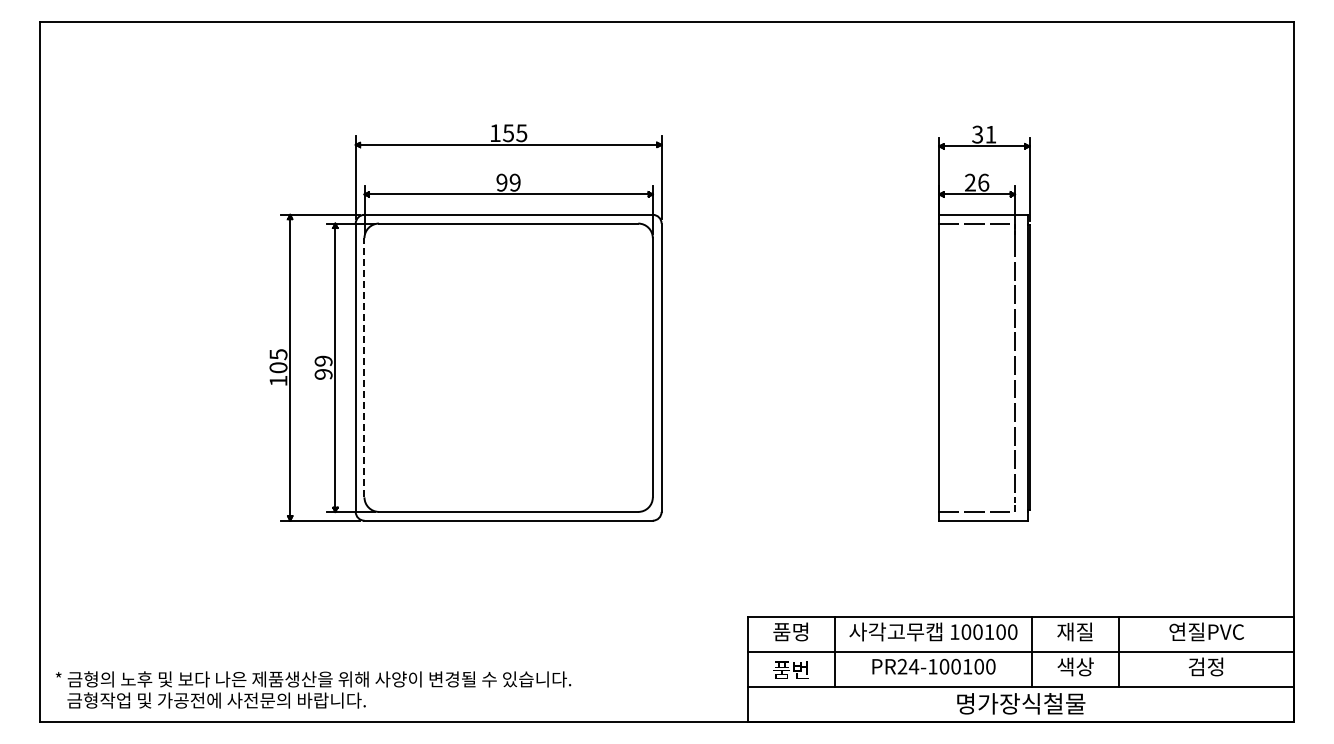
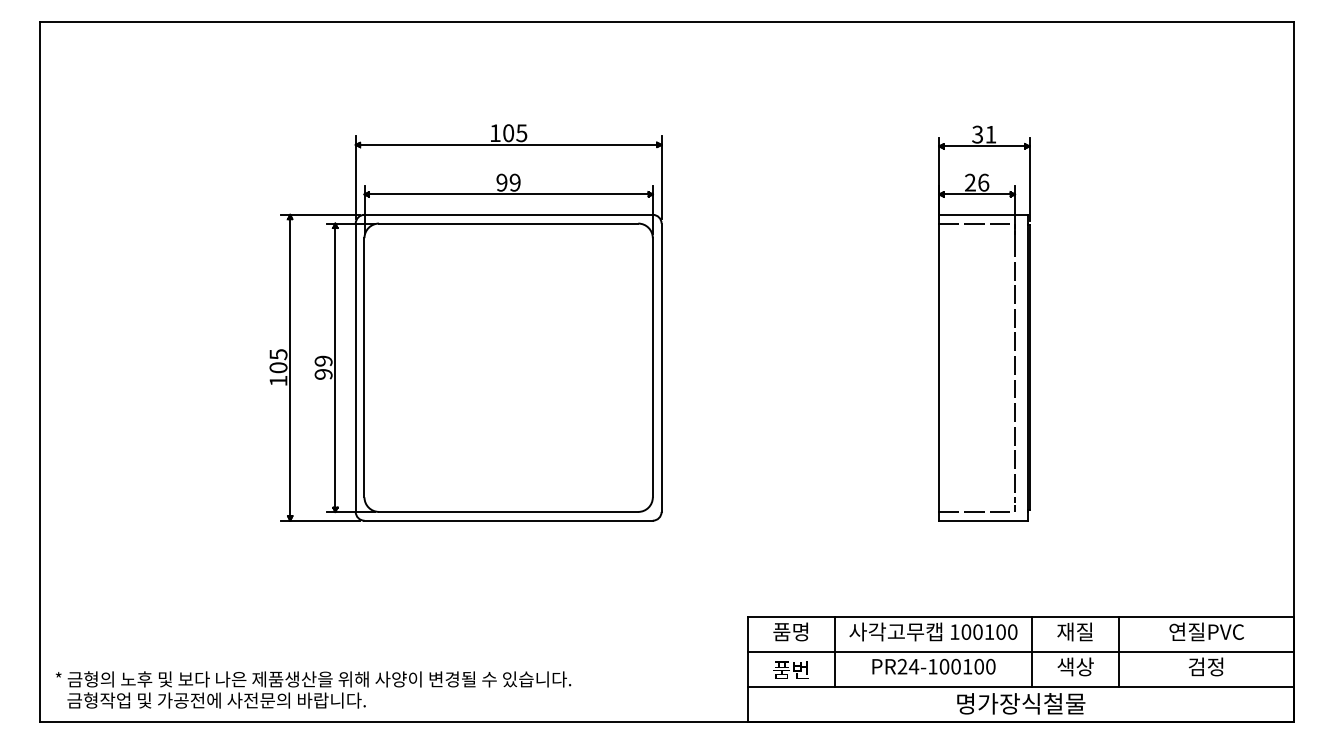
text at (508, 133): 155 -> 105
line at (364, 367): dashed -> solid
